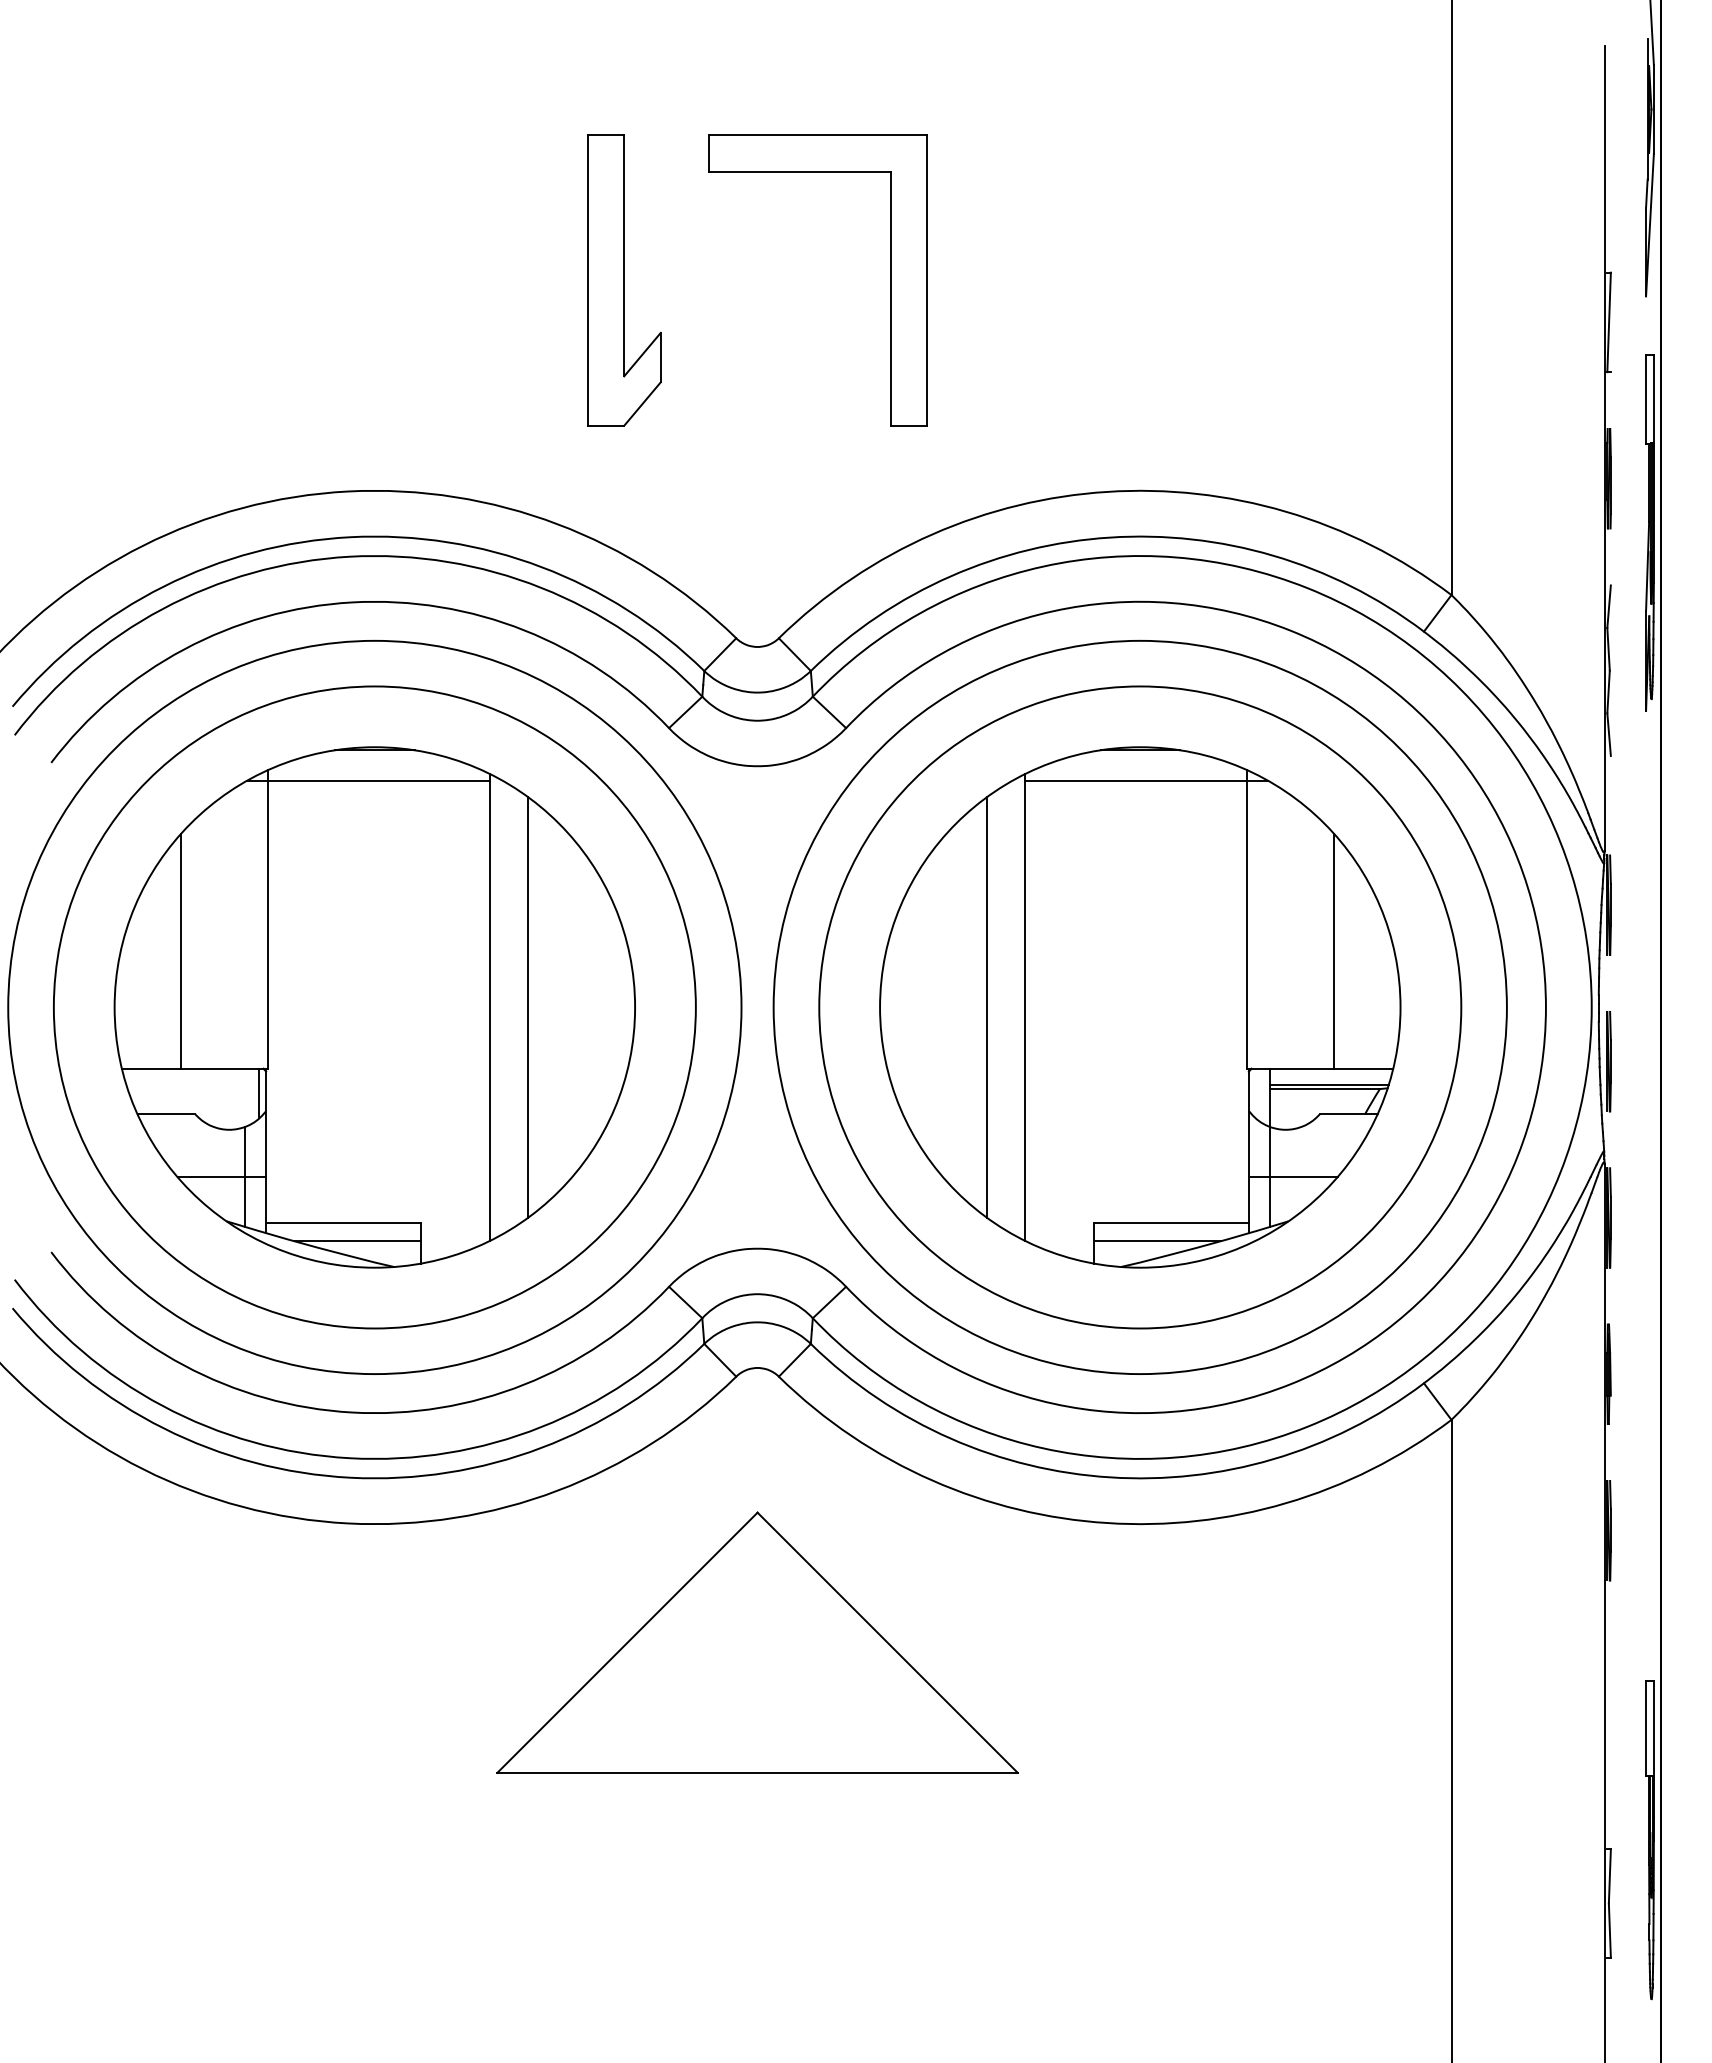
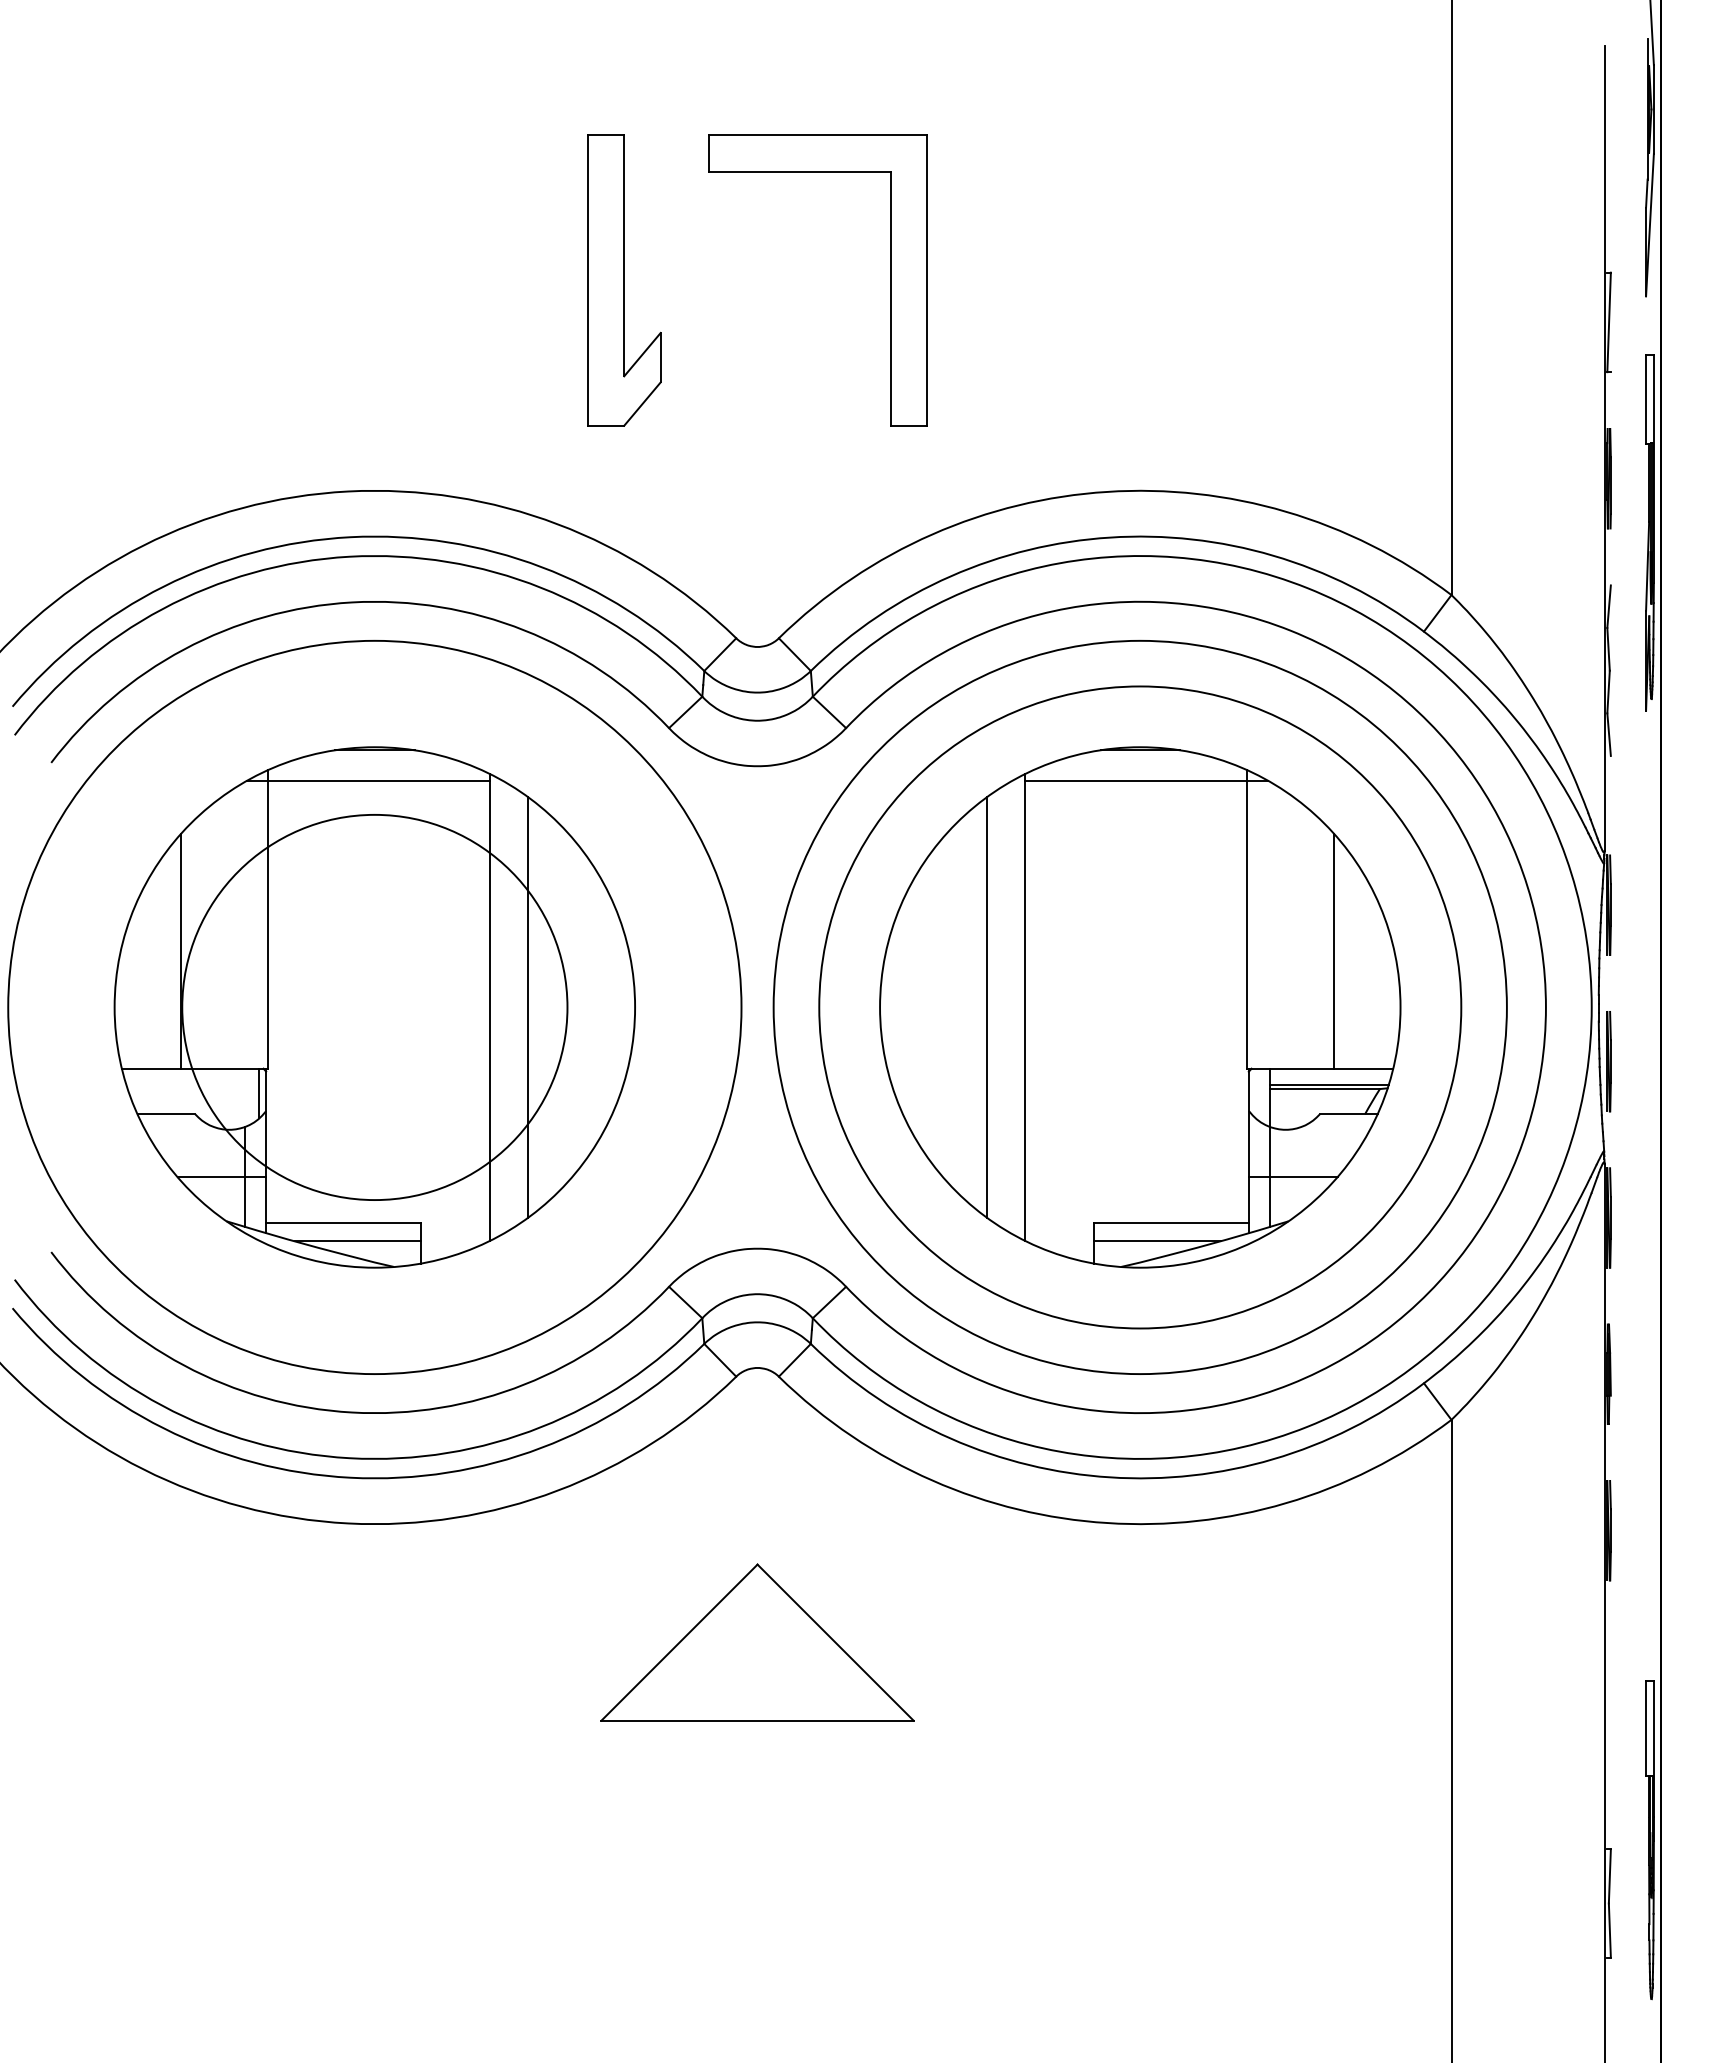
circle at (374, 1007) diameter: 642 px -> 385 px
part at (757, 1642) size: 523x263 px -> 315x159 px
